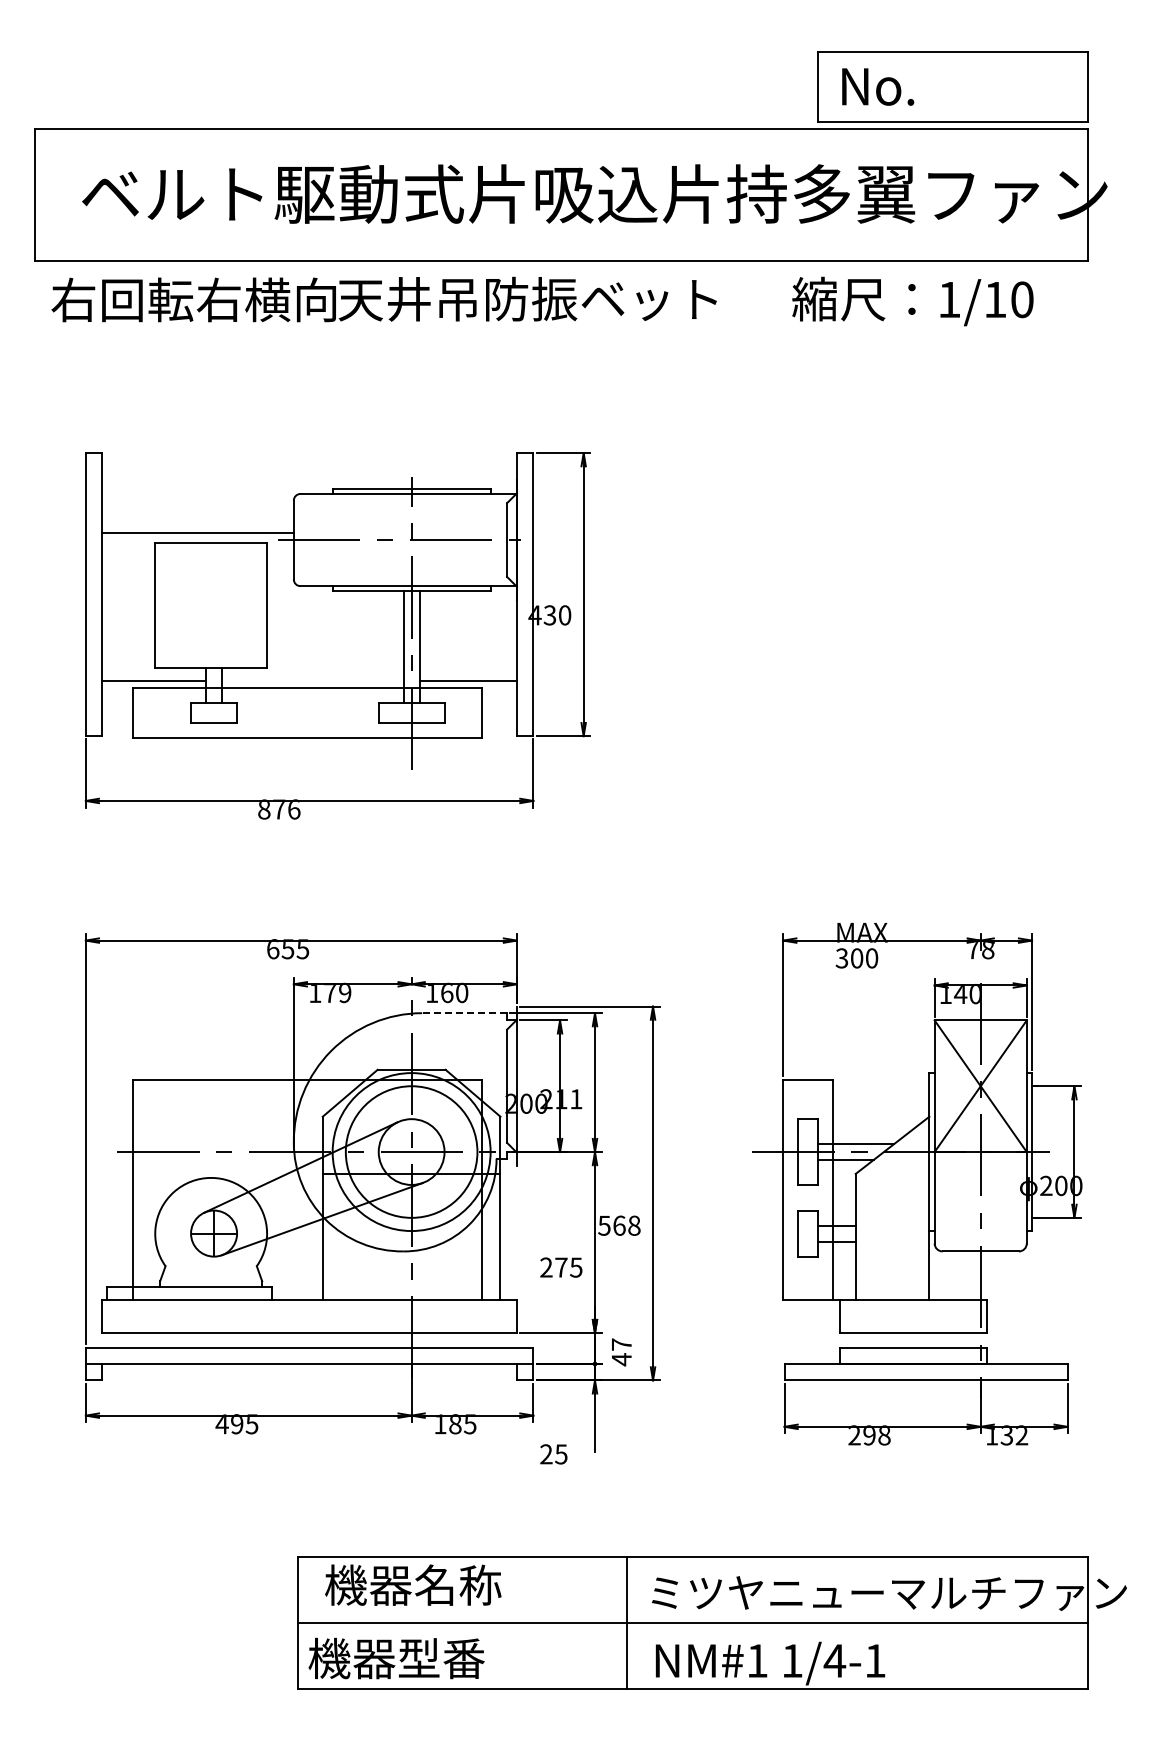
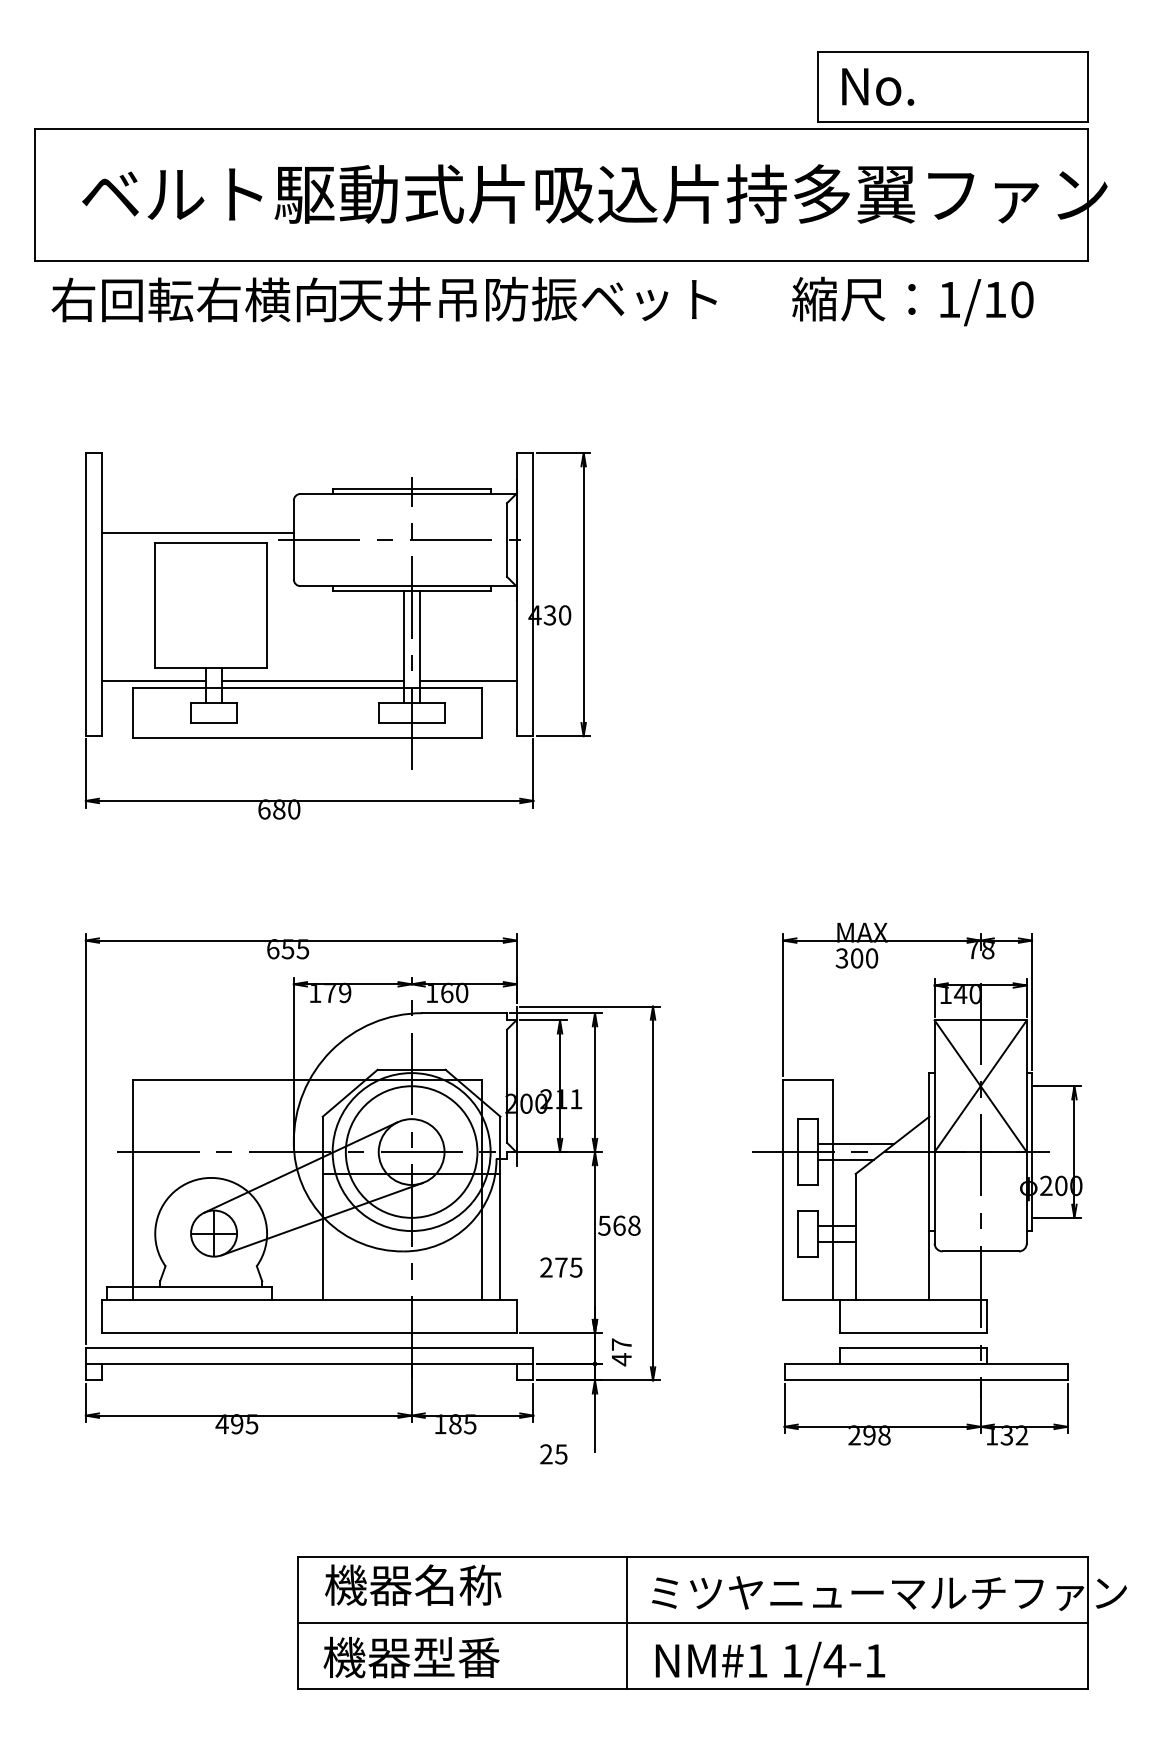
line at (312, 680): none -> present
text at (279, 809): 876 -> 680
line at (464, 1013): dashed -> solid
text at (396, 1658) position: (396, 1658) -> (411, 1657)
